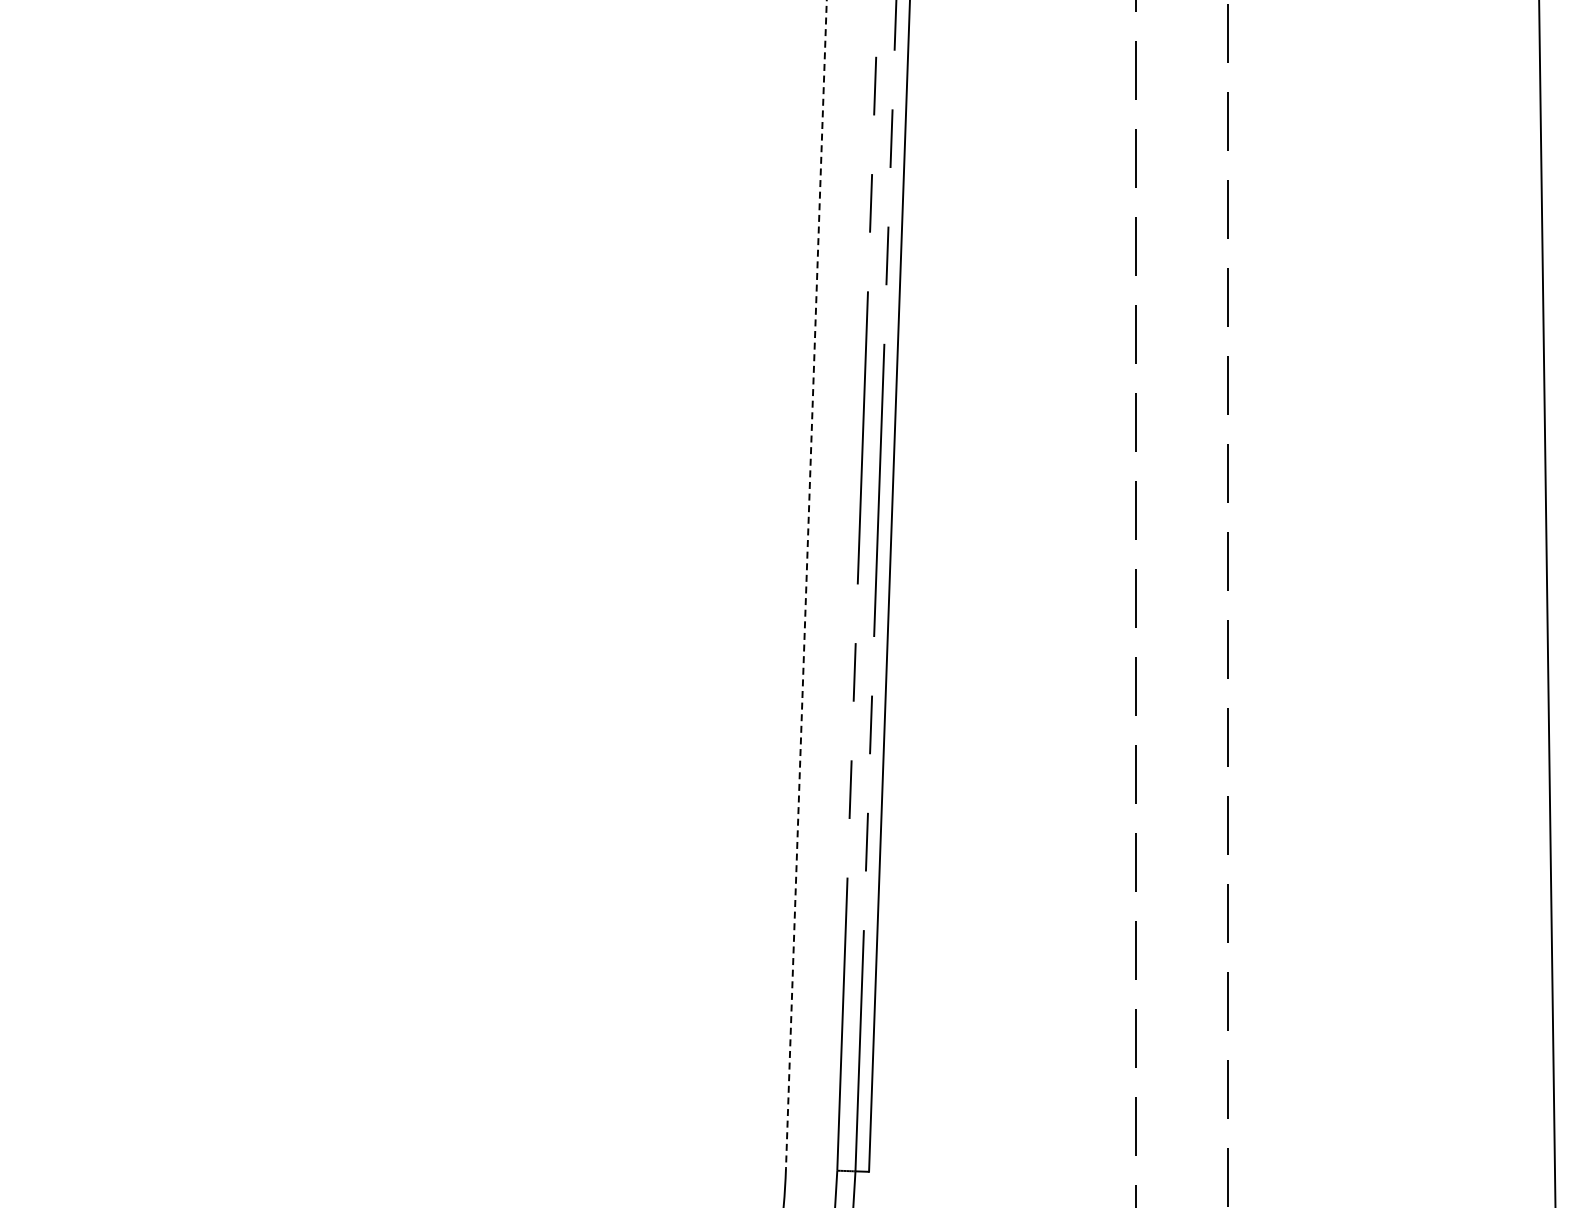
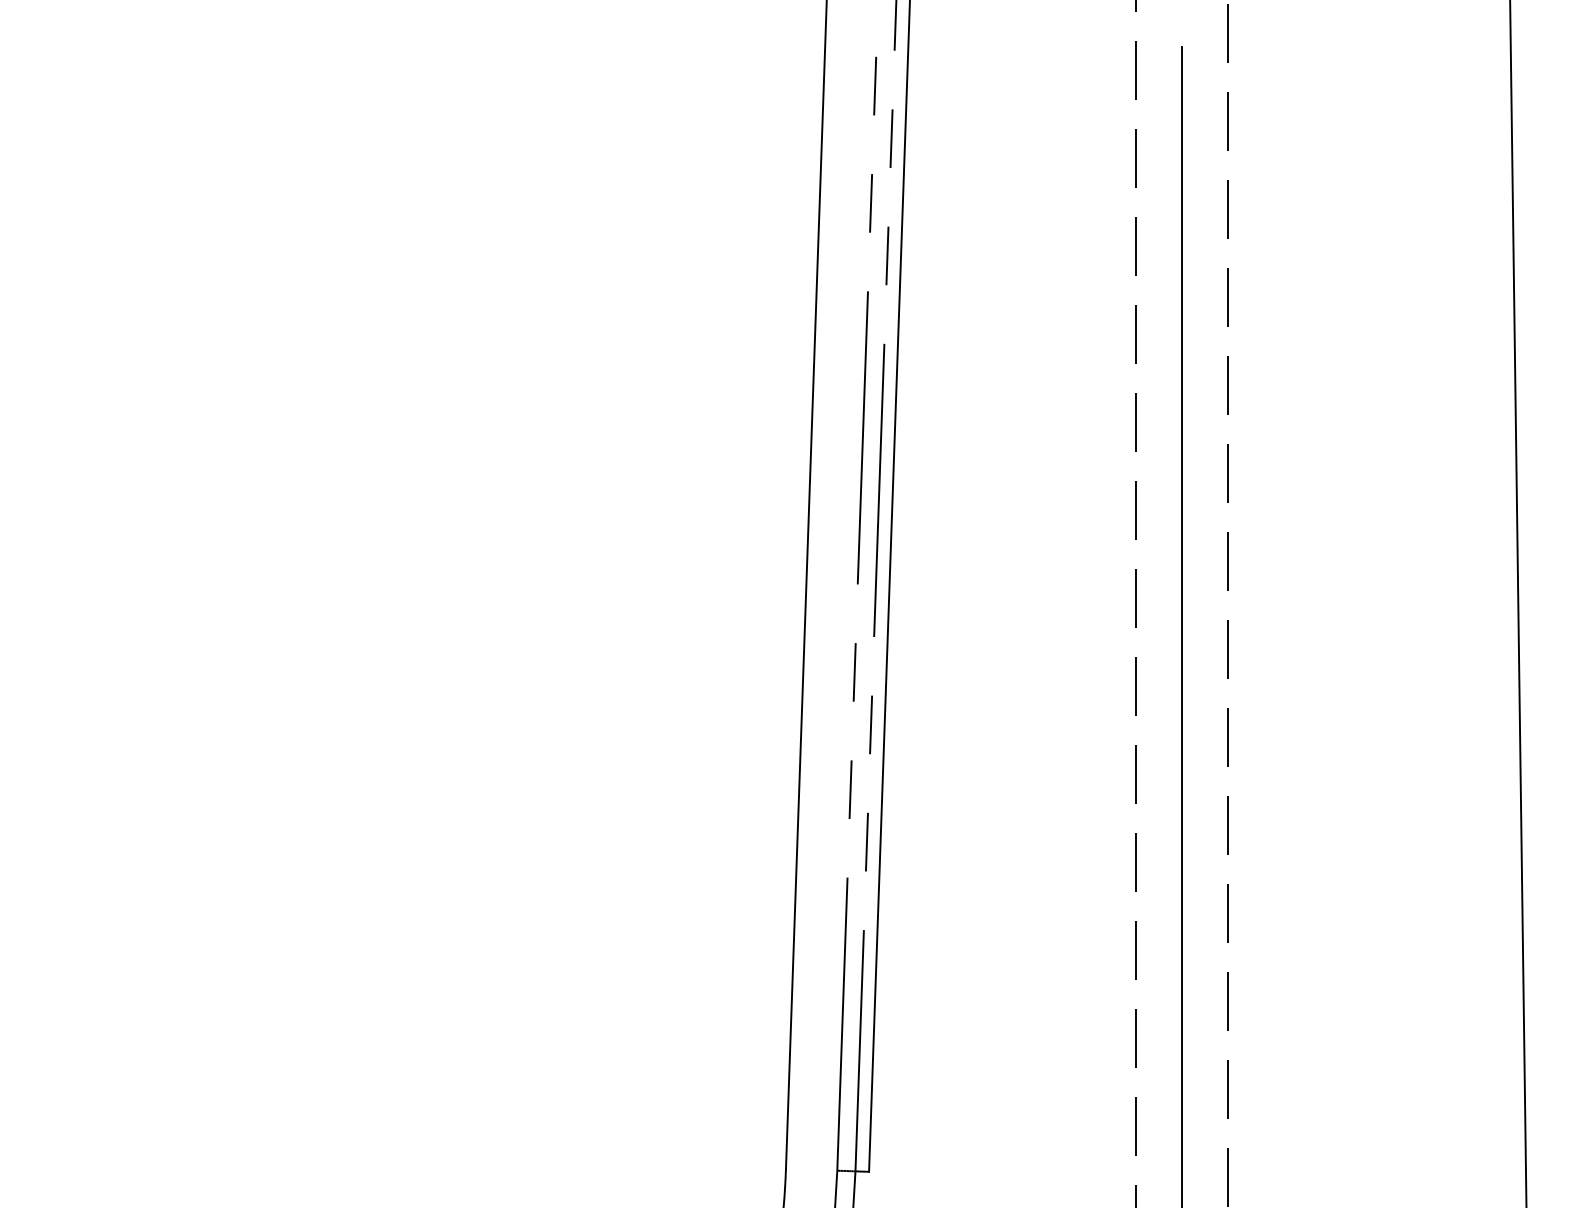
line at (806, 584): dashed -> solid
line at (1547, 603) position: (1547, 603) -> (1518, 603)
line at (1181, 625): none -> present
